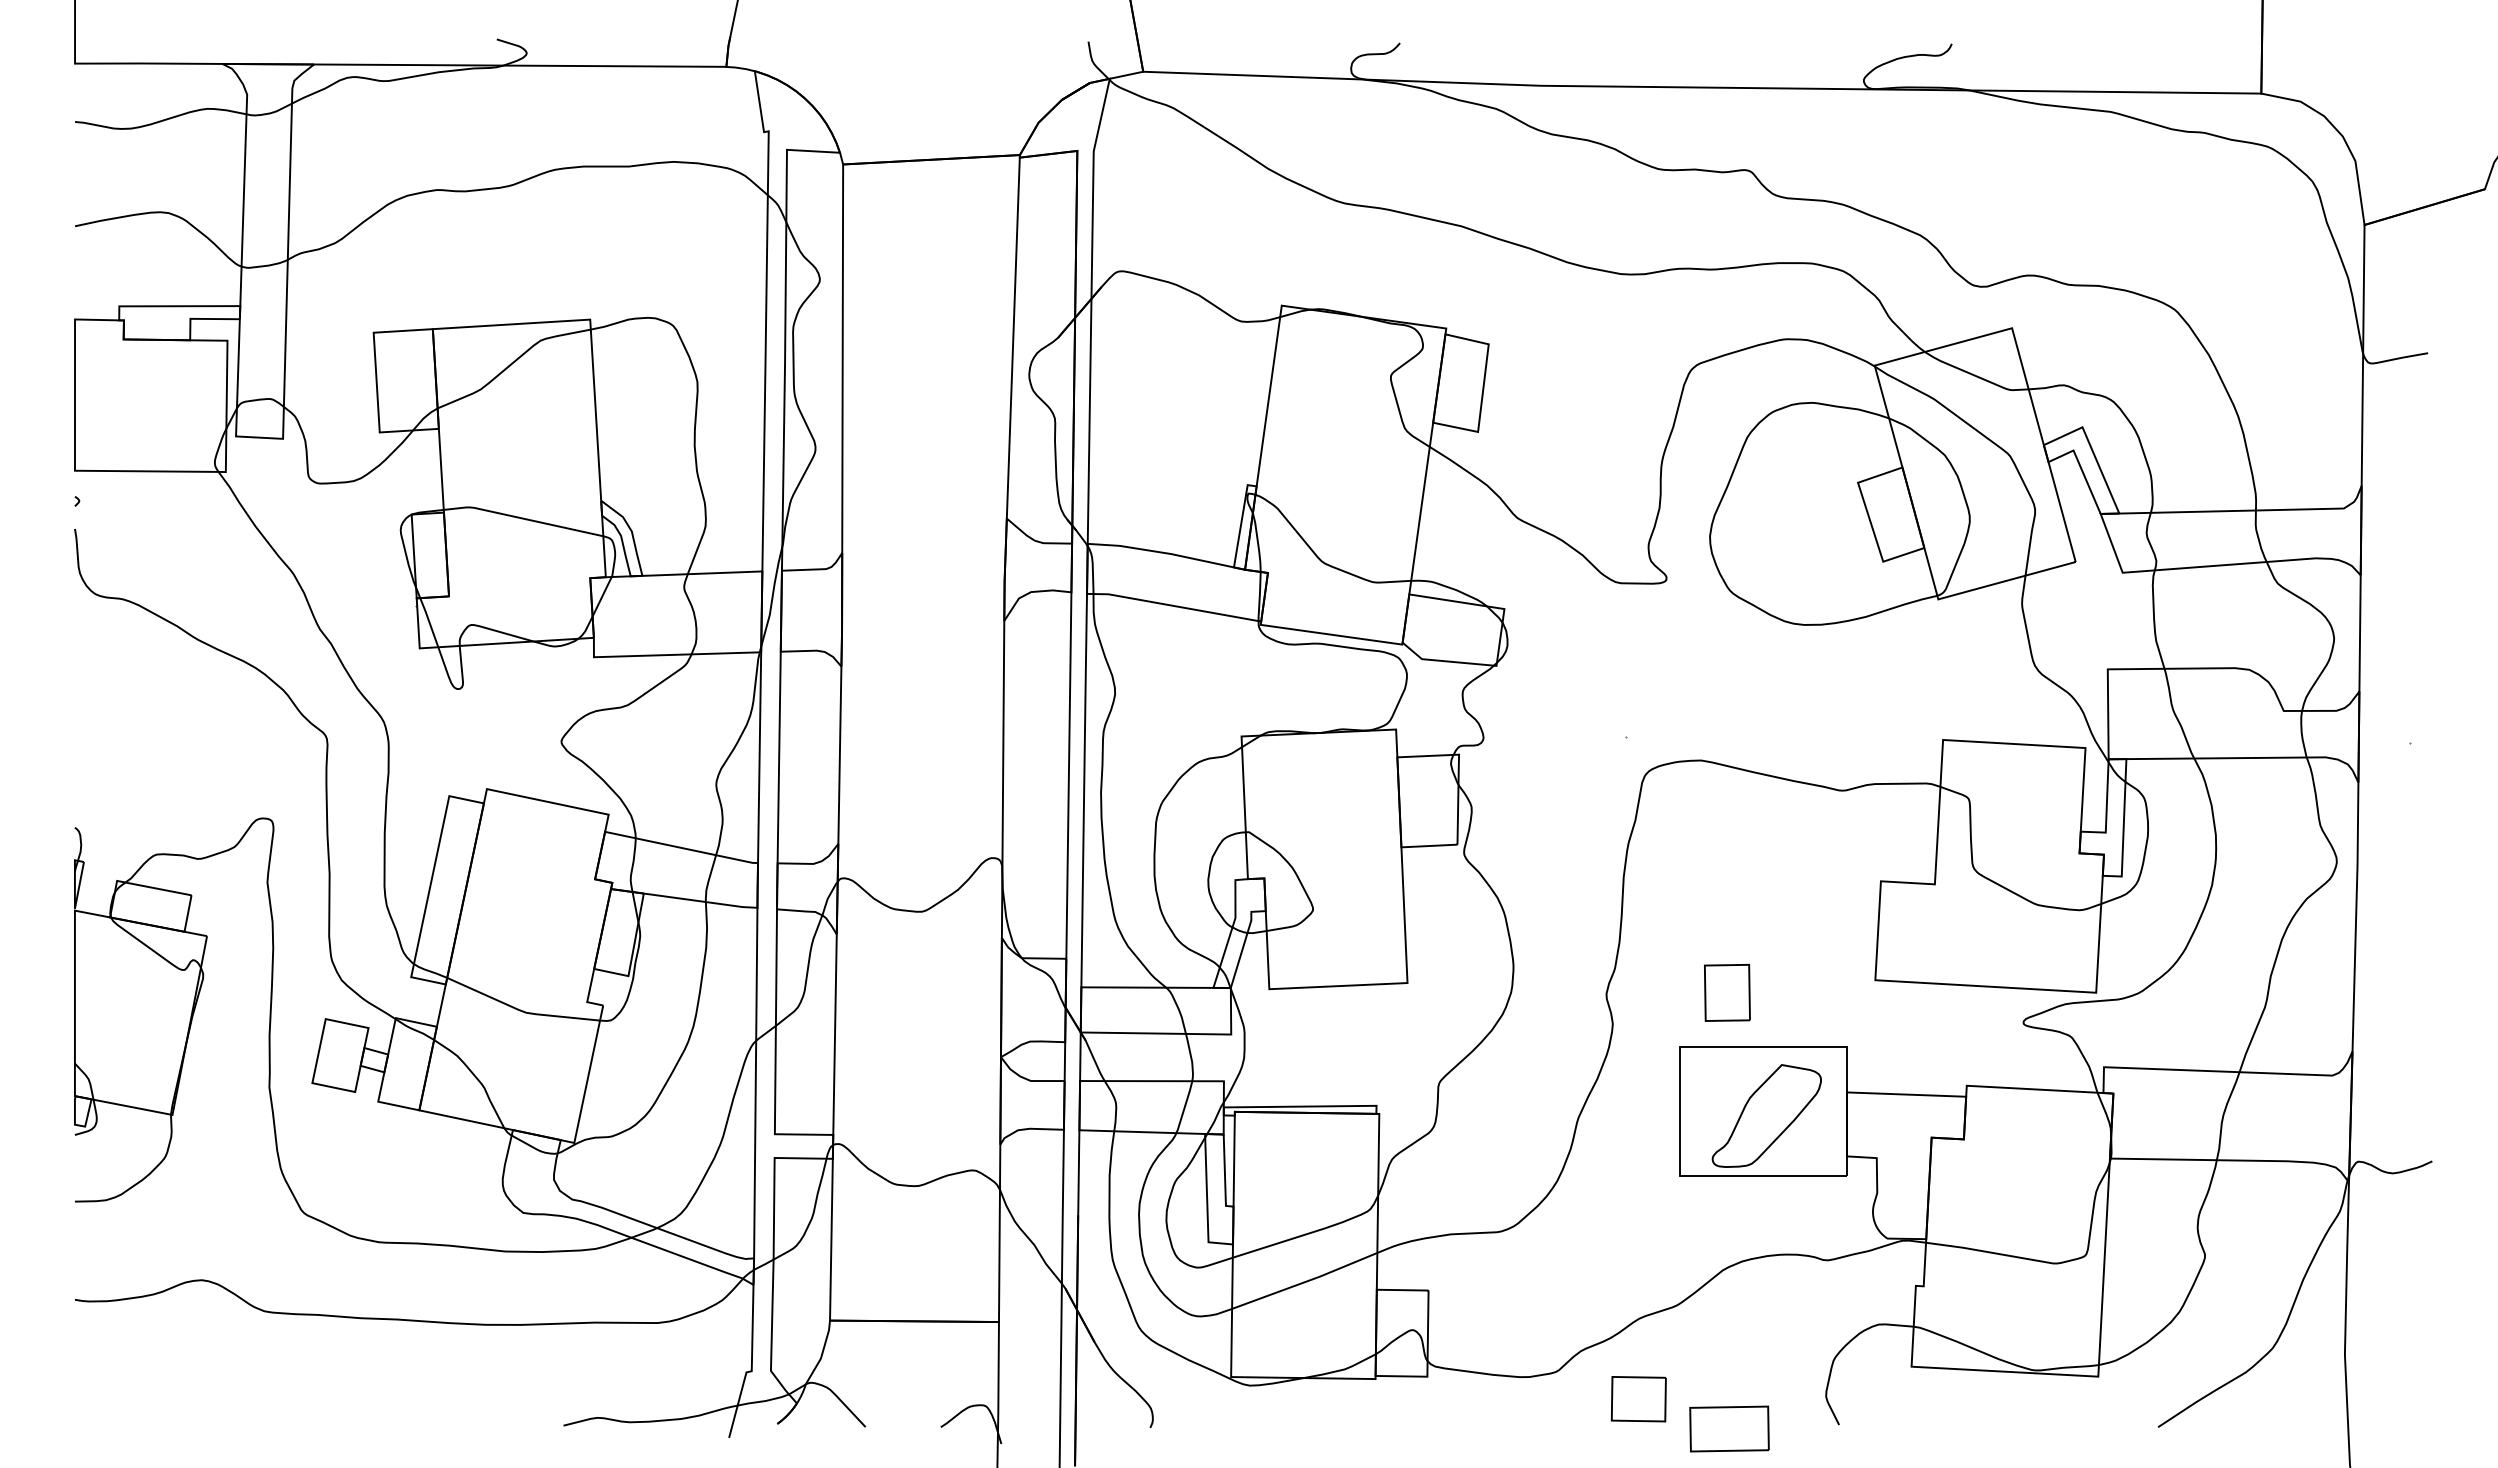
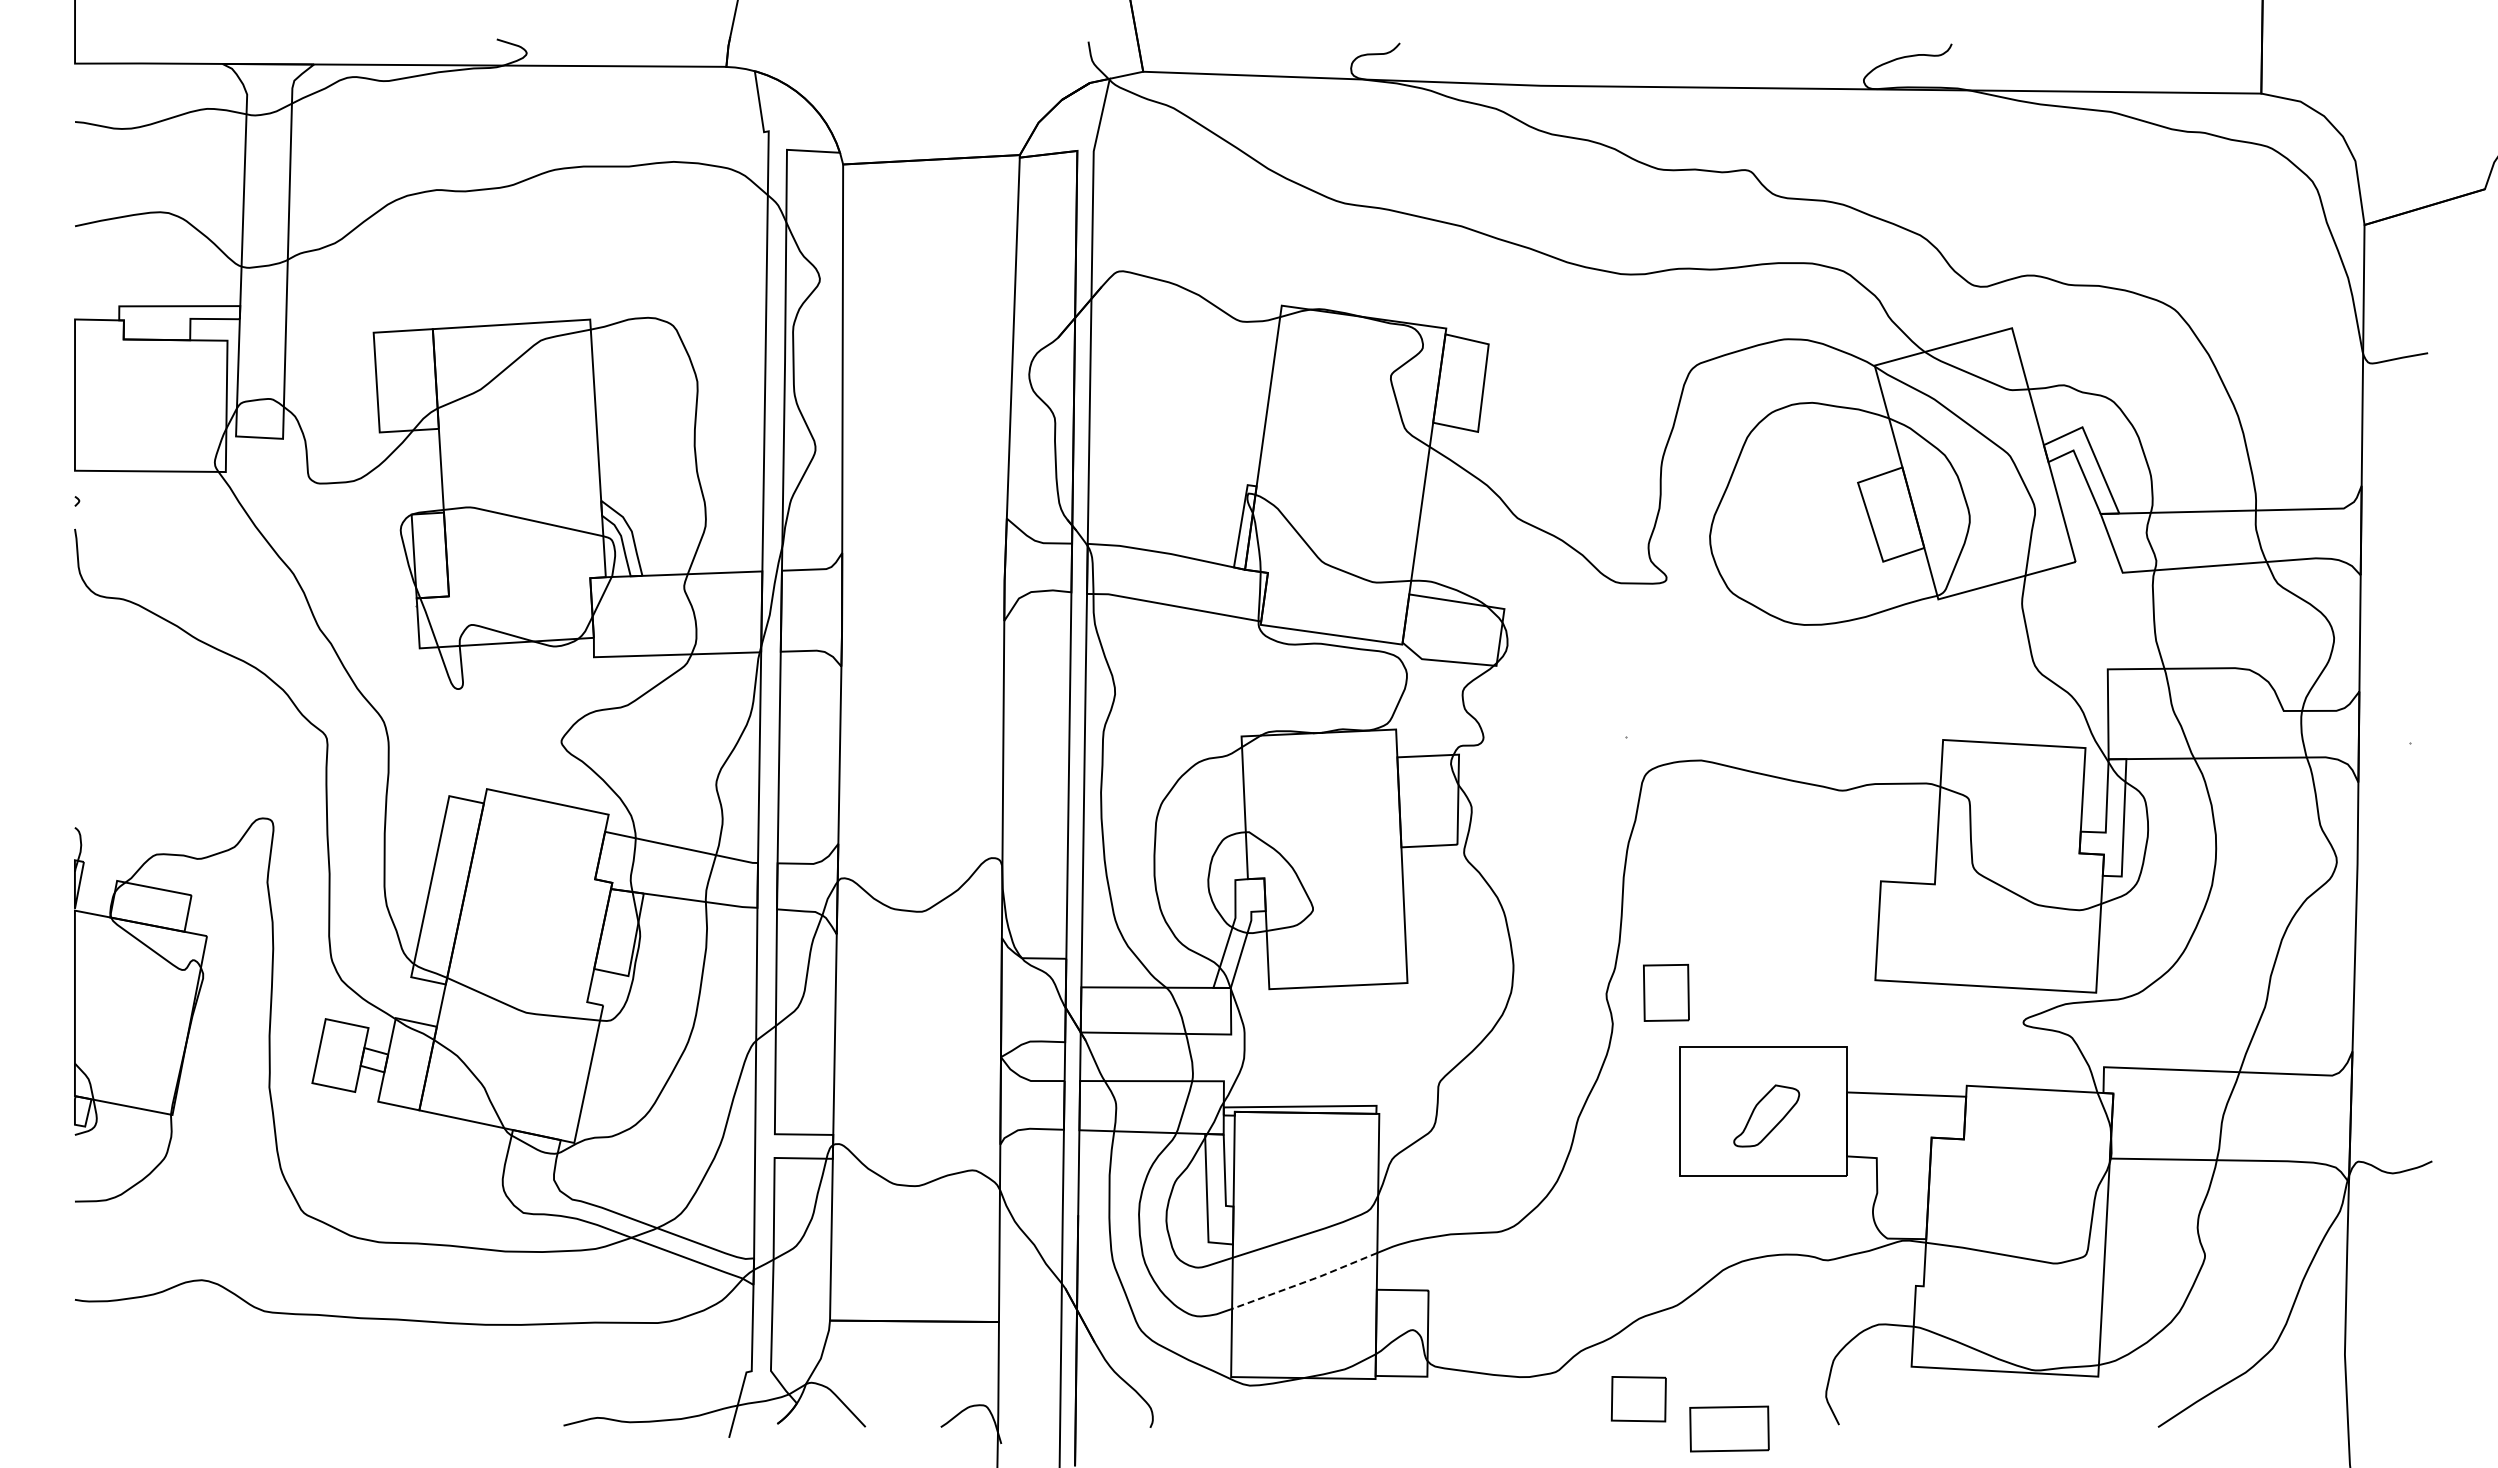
part at (1727, 992) position: (1727, 992) -> (1666, 992)
part at (1766, 1115) size: 111x104 px -> 68x64 px
line at (1305, 1282): solid -> dashed
